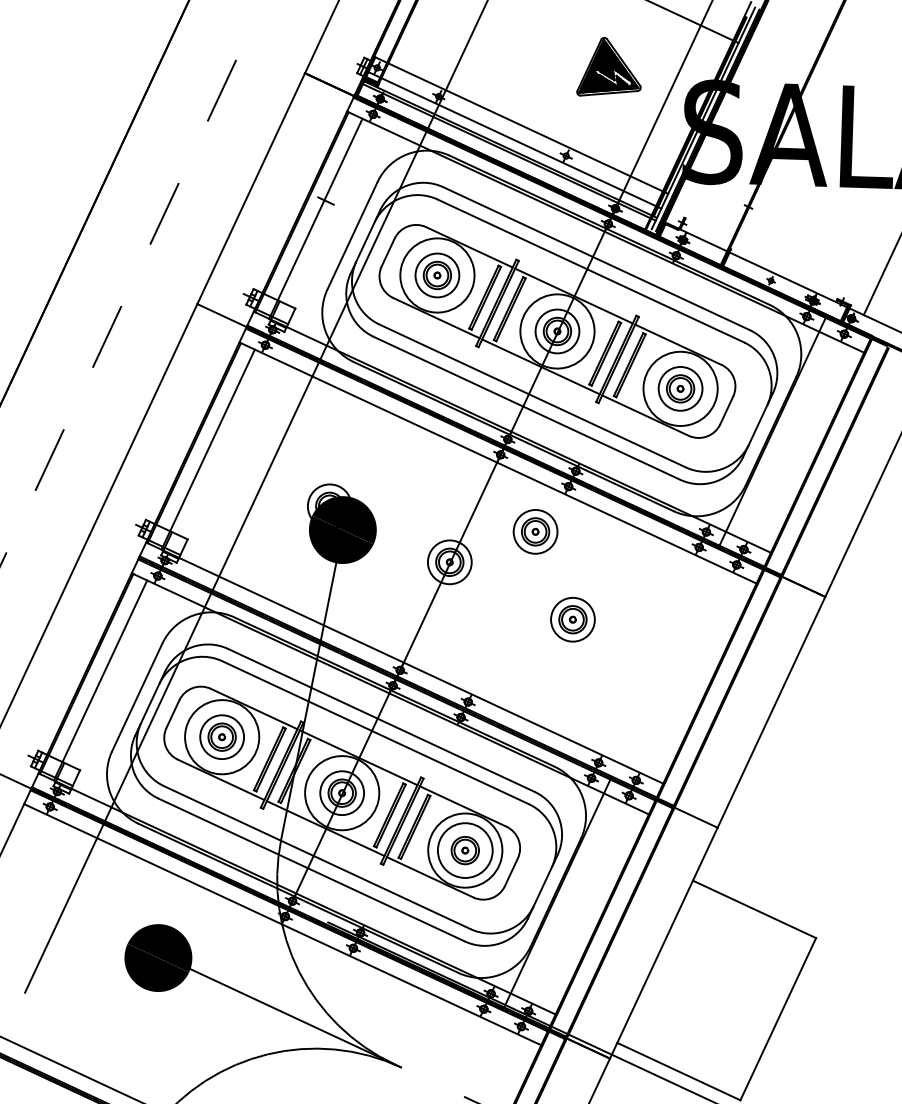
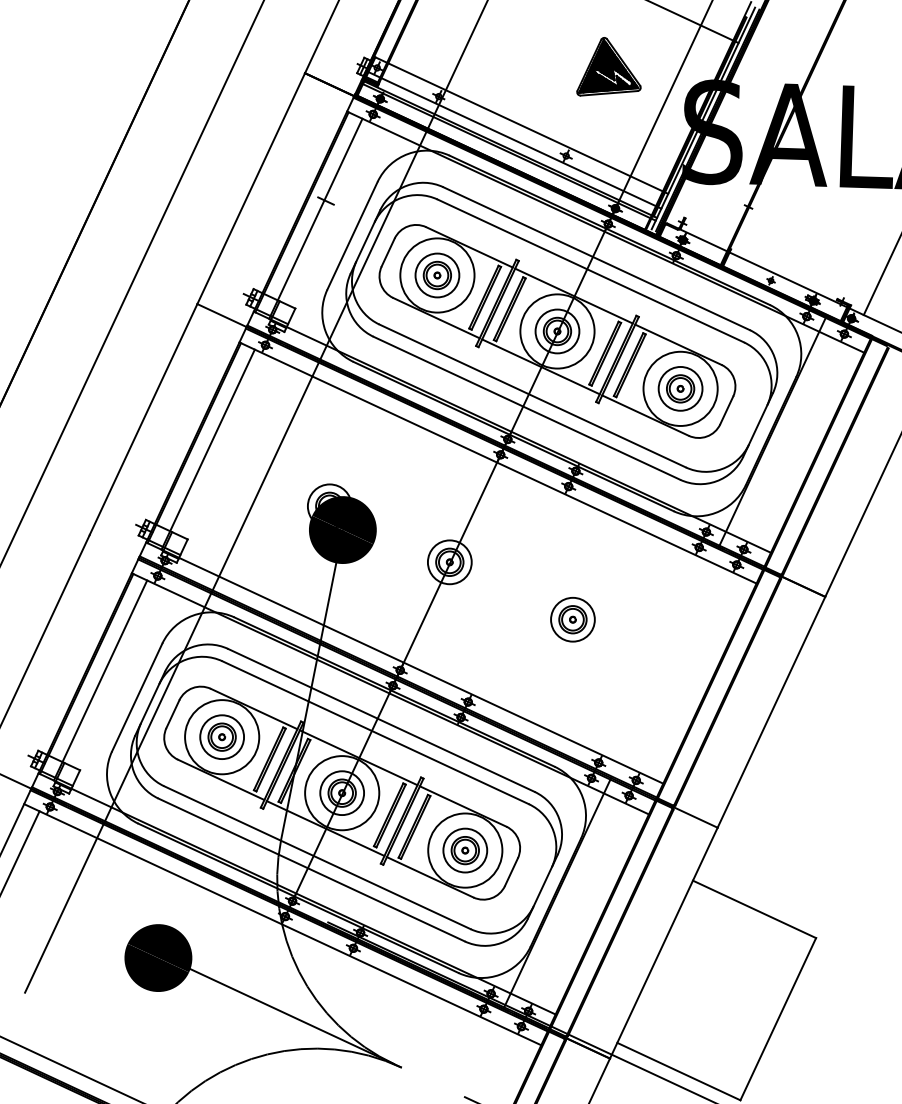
line at (132, 282): dashed -> solid
part at (535, 531): present -> none
circle at (464, 850) diameter: 55 px -> 44 px
line at (20, 851): none -> present
